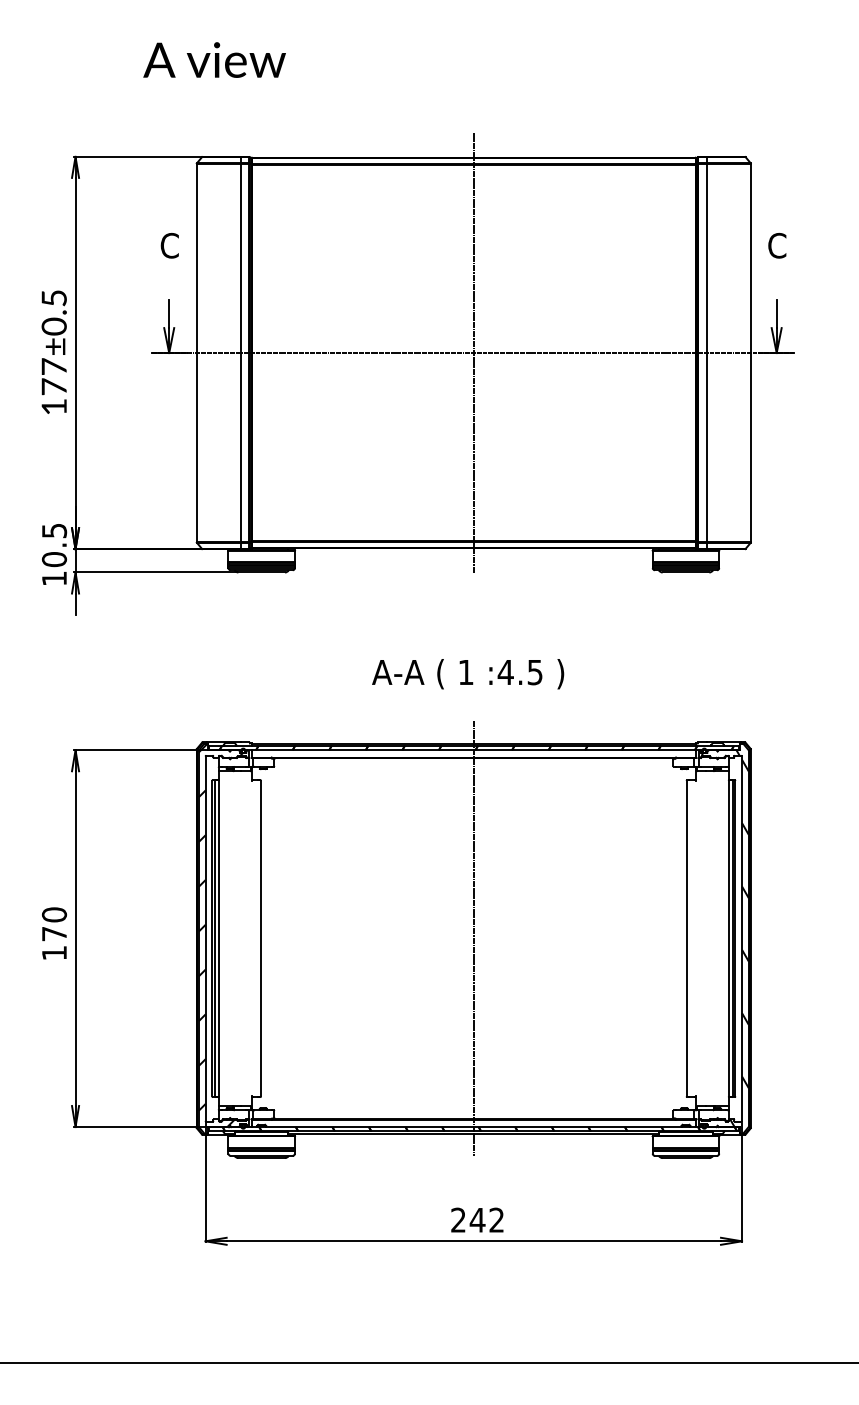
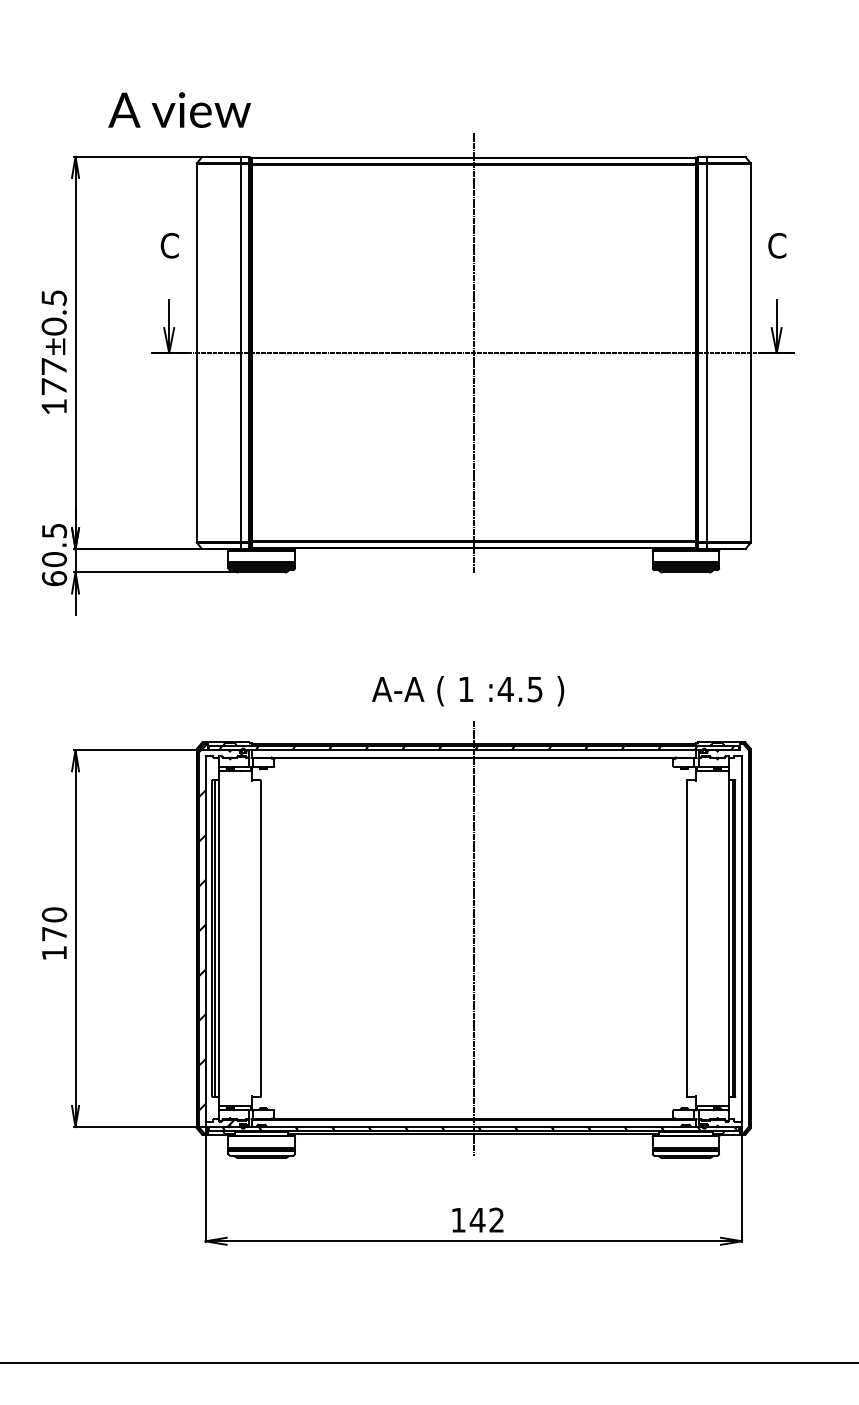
text at (214, 59) position: (214, 59) -> (179, 109)
text at (54, 578): 10.5 -> 60.5
text at (468, 674) position: (468, 674) -> (468, 691)
hatch at (723, 938): present -> none
text at (458, 1219): 242 -> 142
